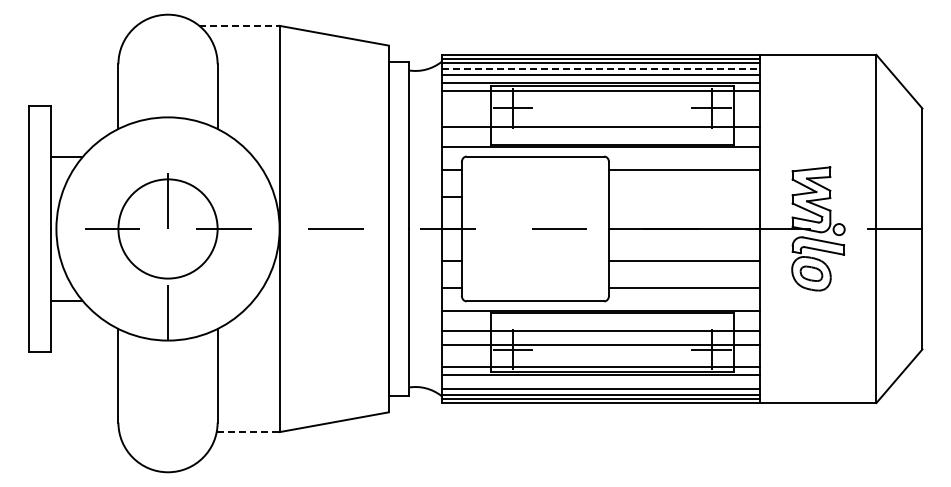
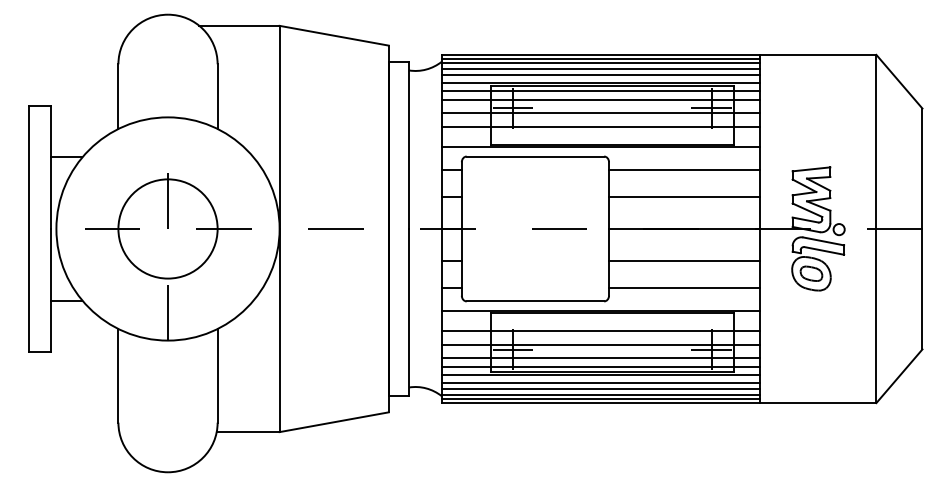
line at (240, 25): dashed -> solid
line at (601, 68): dashed -> solid
line at (601, 100): none -> present
line at (601, 112): none -> present
line at (684, 197): none -> present
line at (601, 357): none -> present
line at (601, 383): none -> present
line at (248, 432): dashed -> solid
